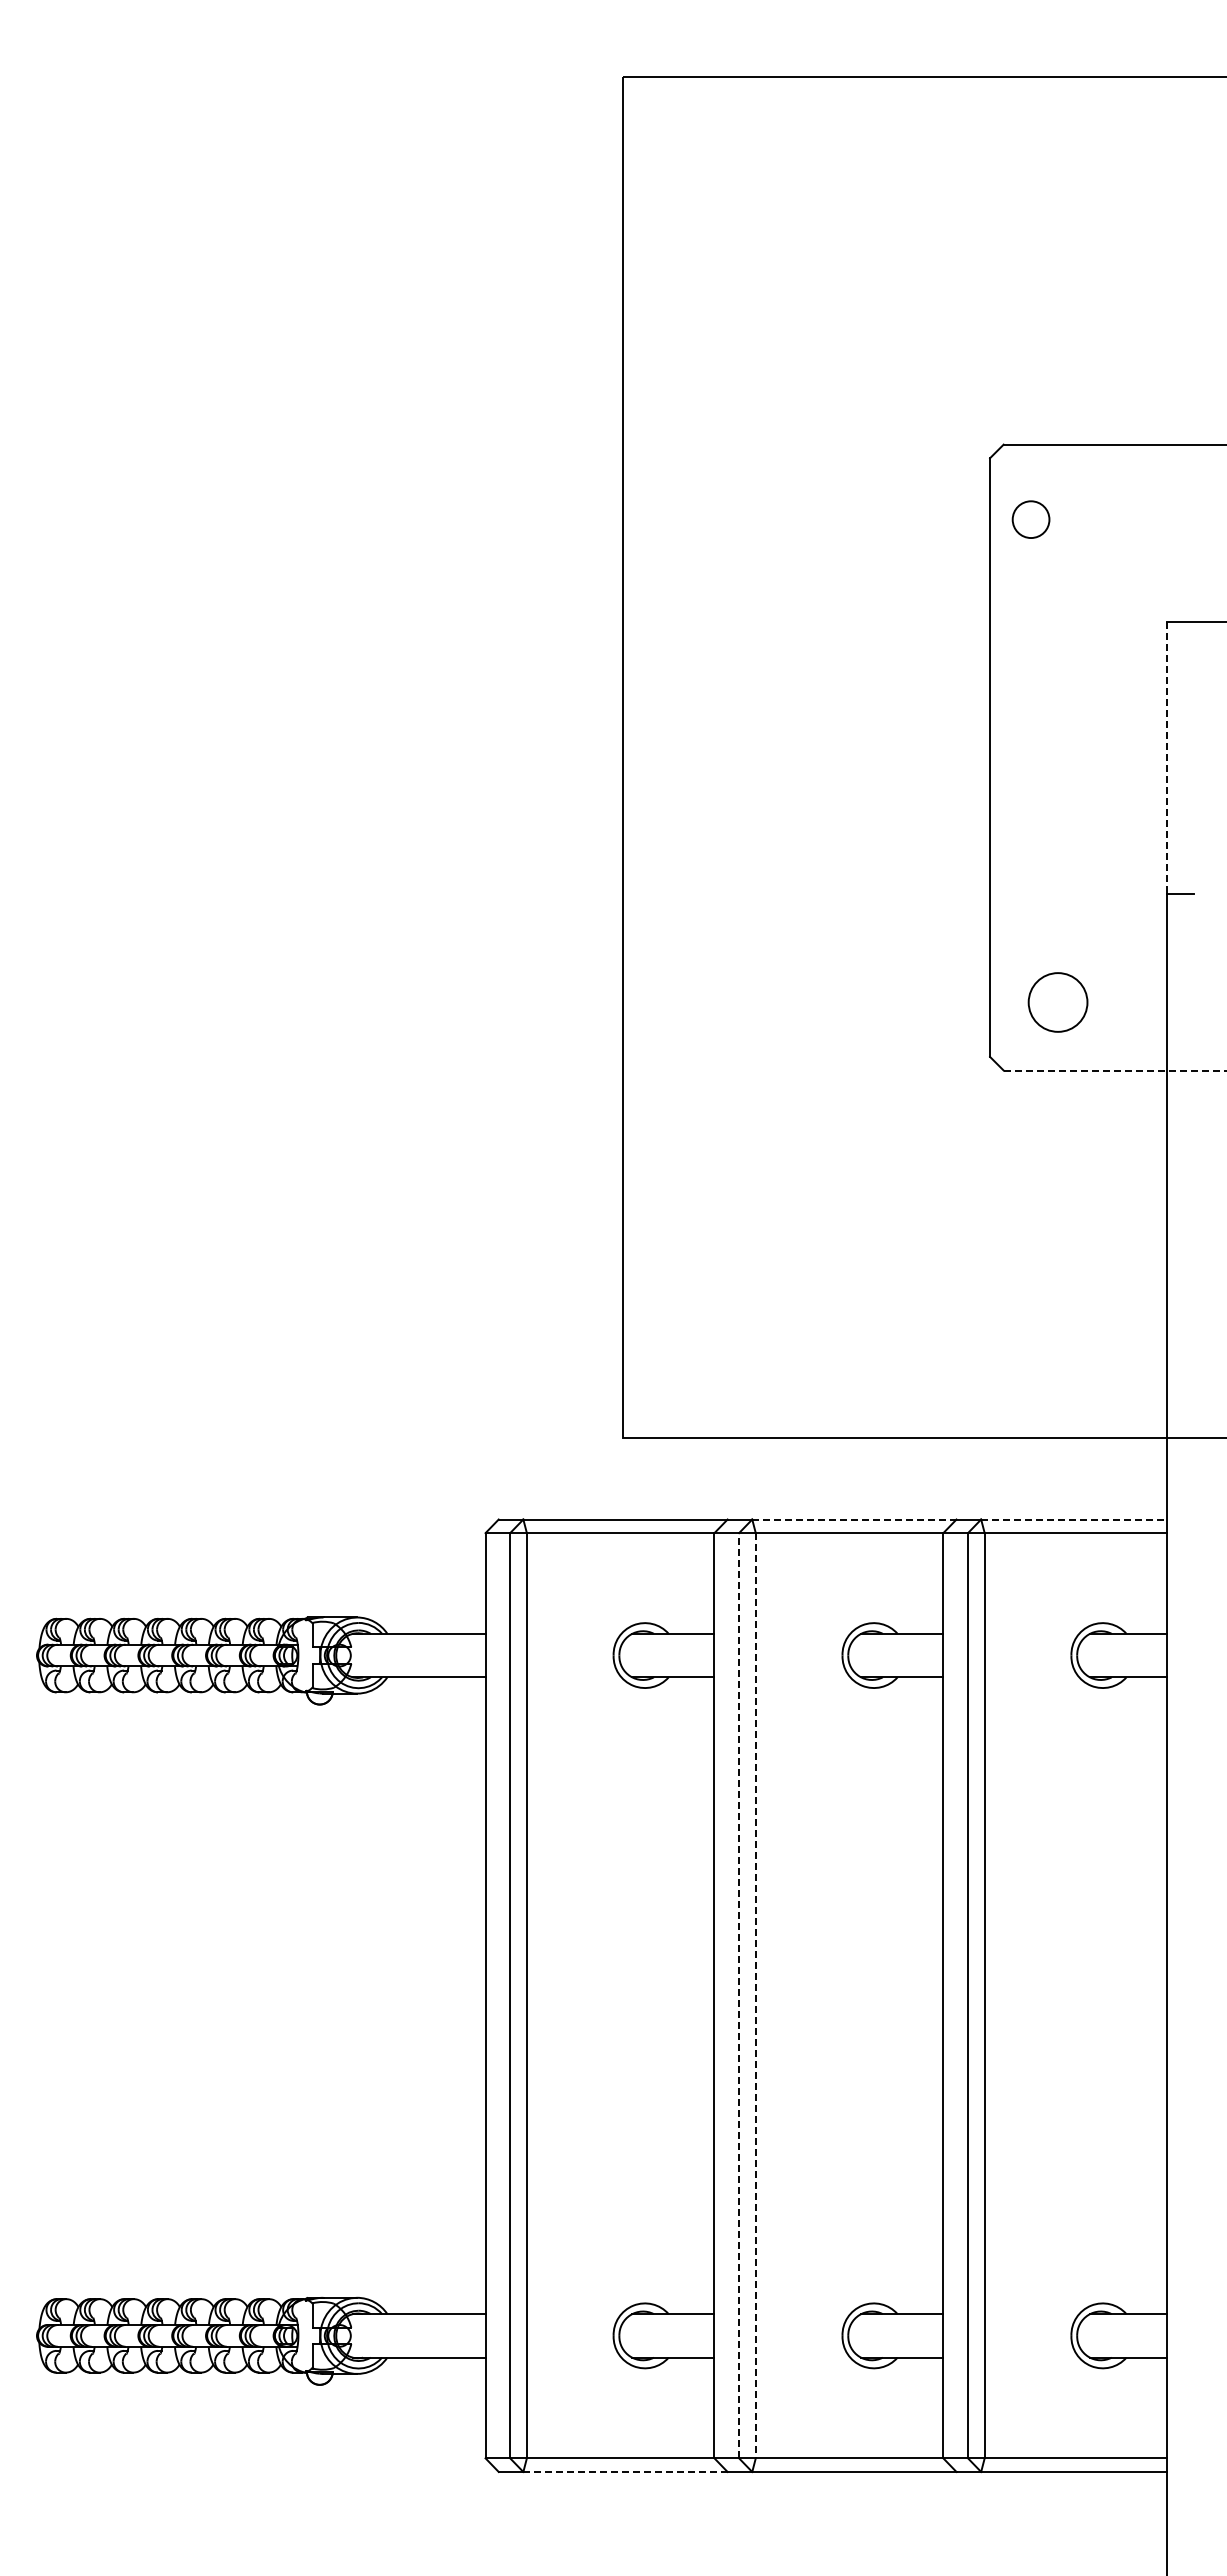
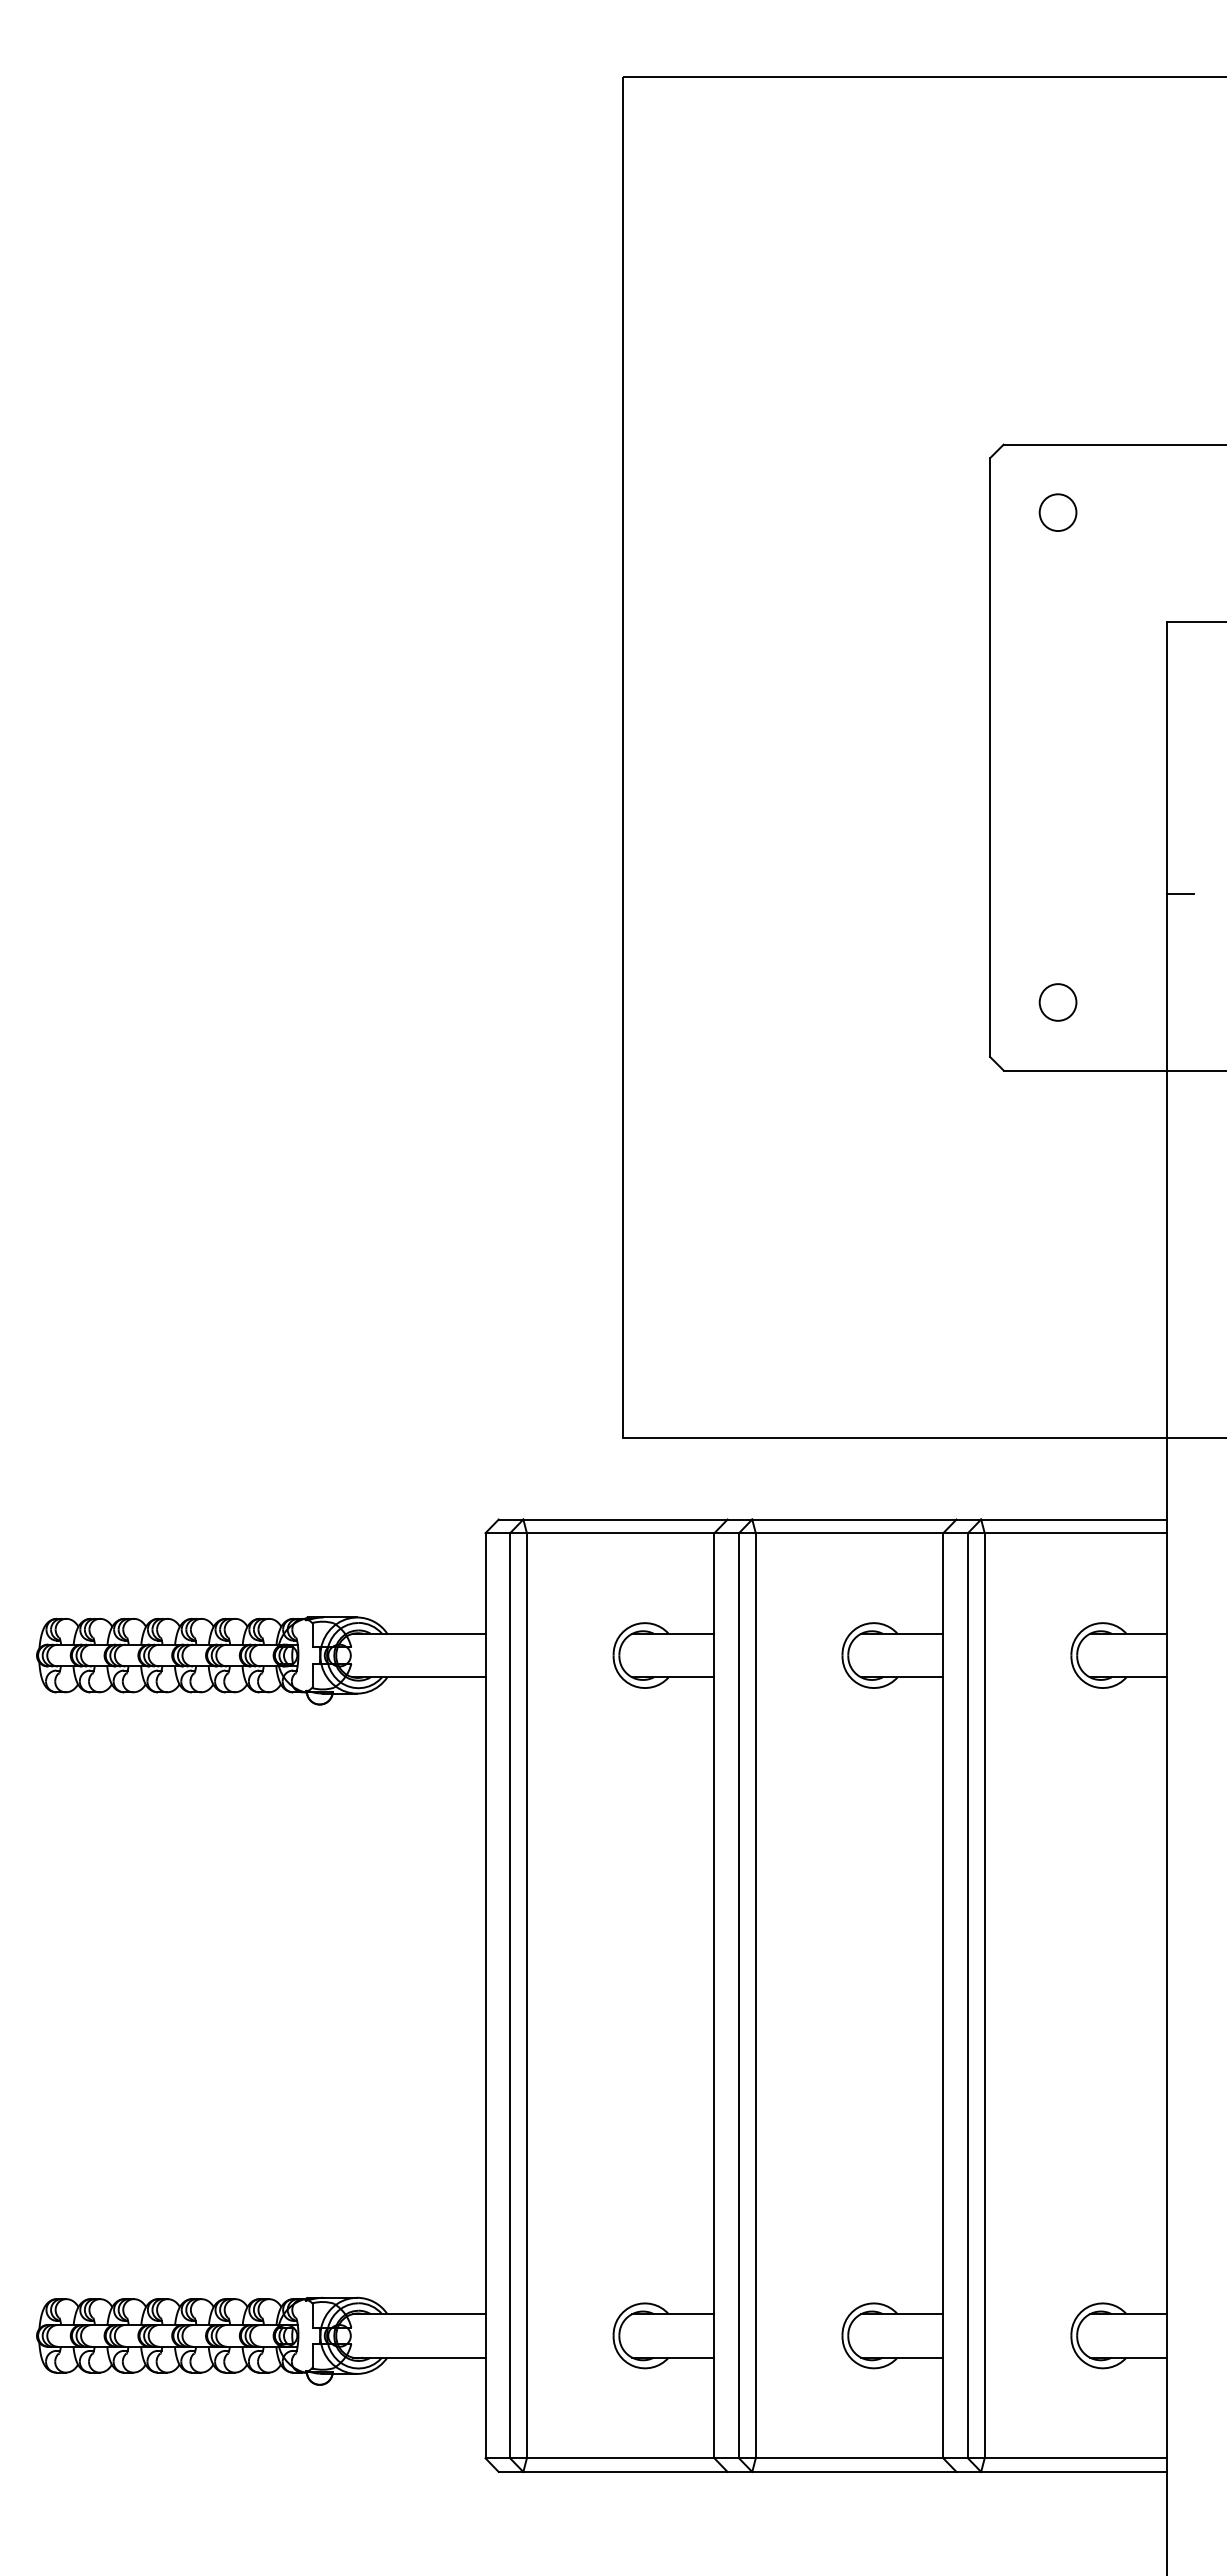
circle at (1030, 519) position: (1030, 519) -> (1057, 512)
line at (1166, 758): dashed -> solid
circle at (1057, 1002) diameter: 59 px -> 37 px
line at (1115, 1070): dashed -> solid
line at (854, 1519): dashed -> solid
line at (1074, 1519): dashed -> solid
line at (739, 1995): dashed -> solid
line at (755, 1995): dashed -> solid
line at (624, 2471): dashed -> solid
